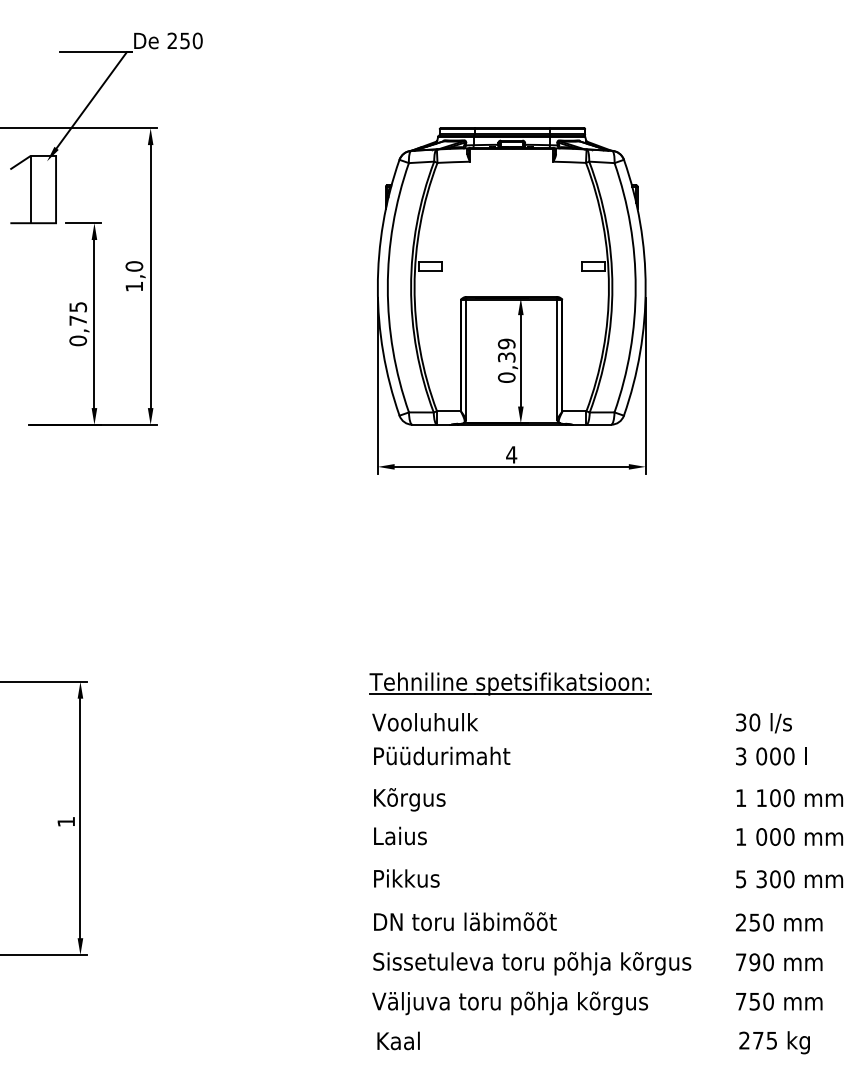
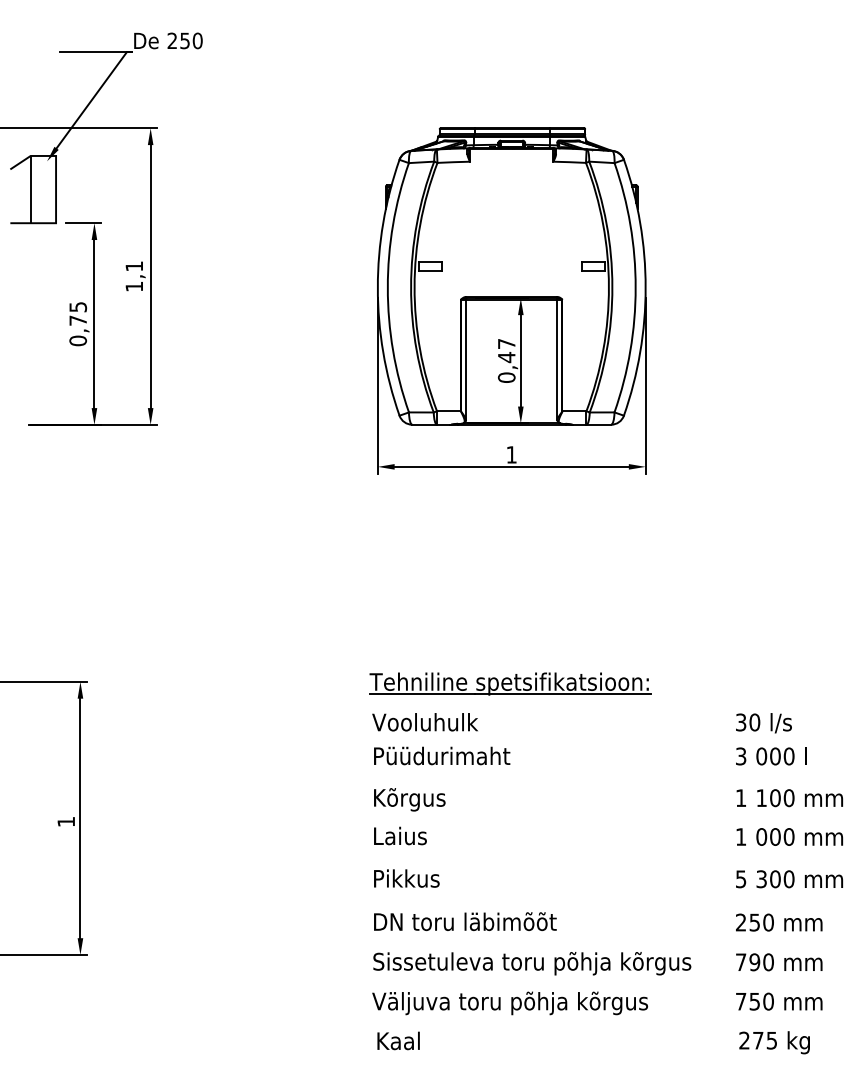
text at (134, 266): 1,0 -> 1,1
text at (506, 350): 0,39 -> 0,47
text at (511, 454): 4 -> 1
